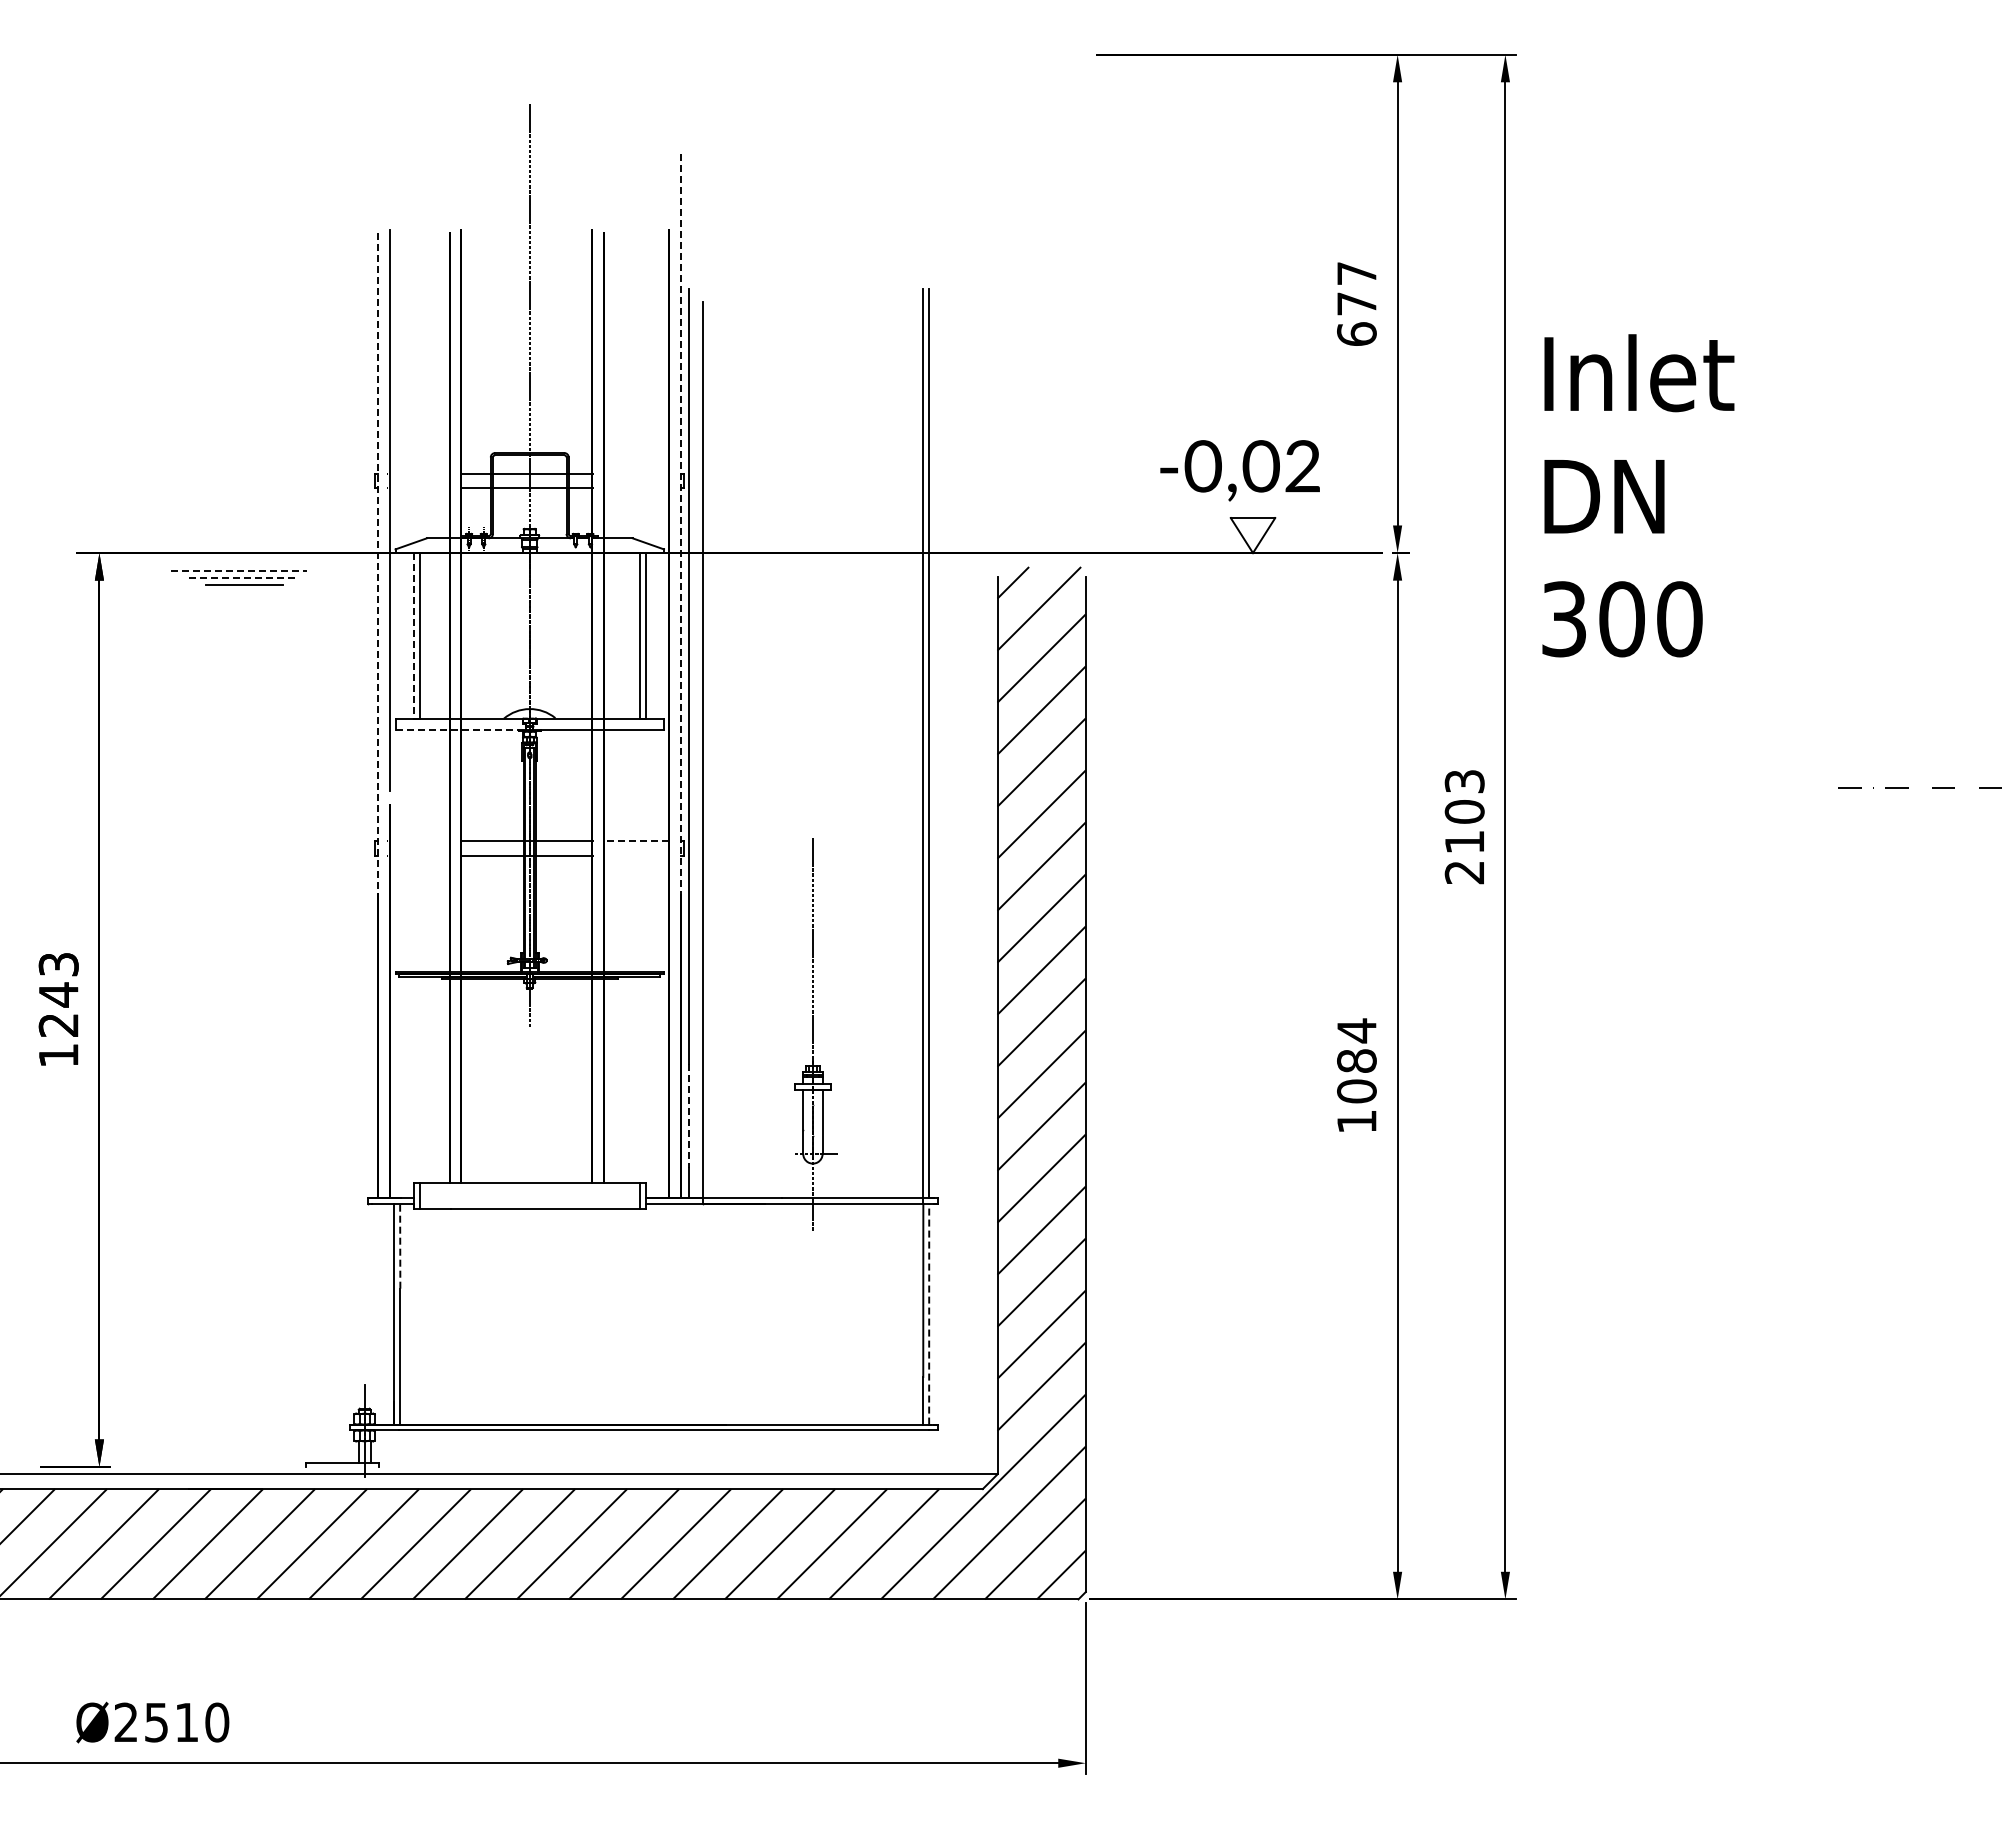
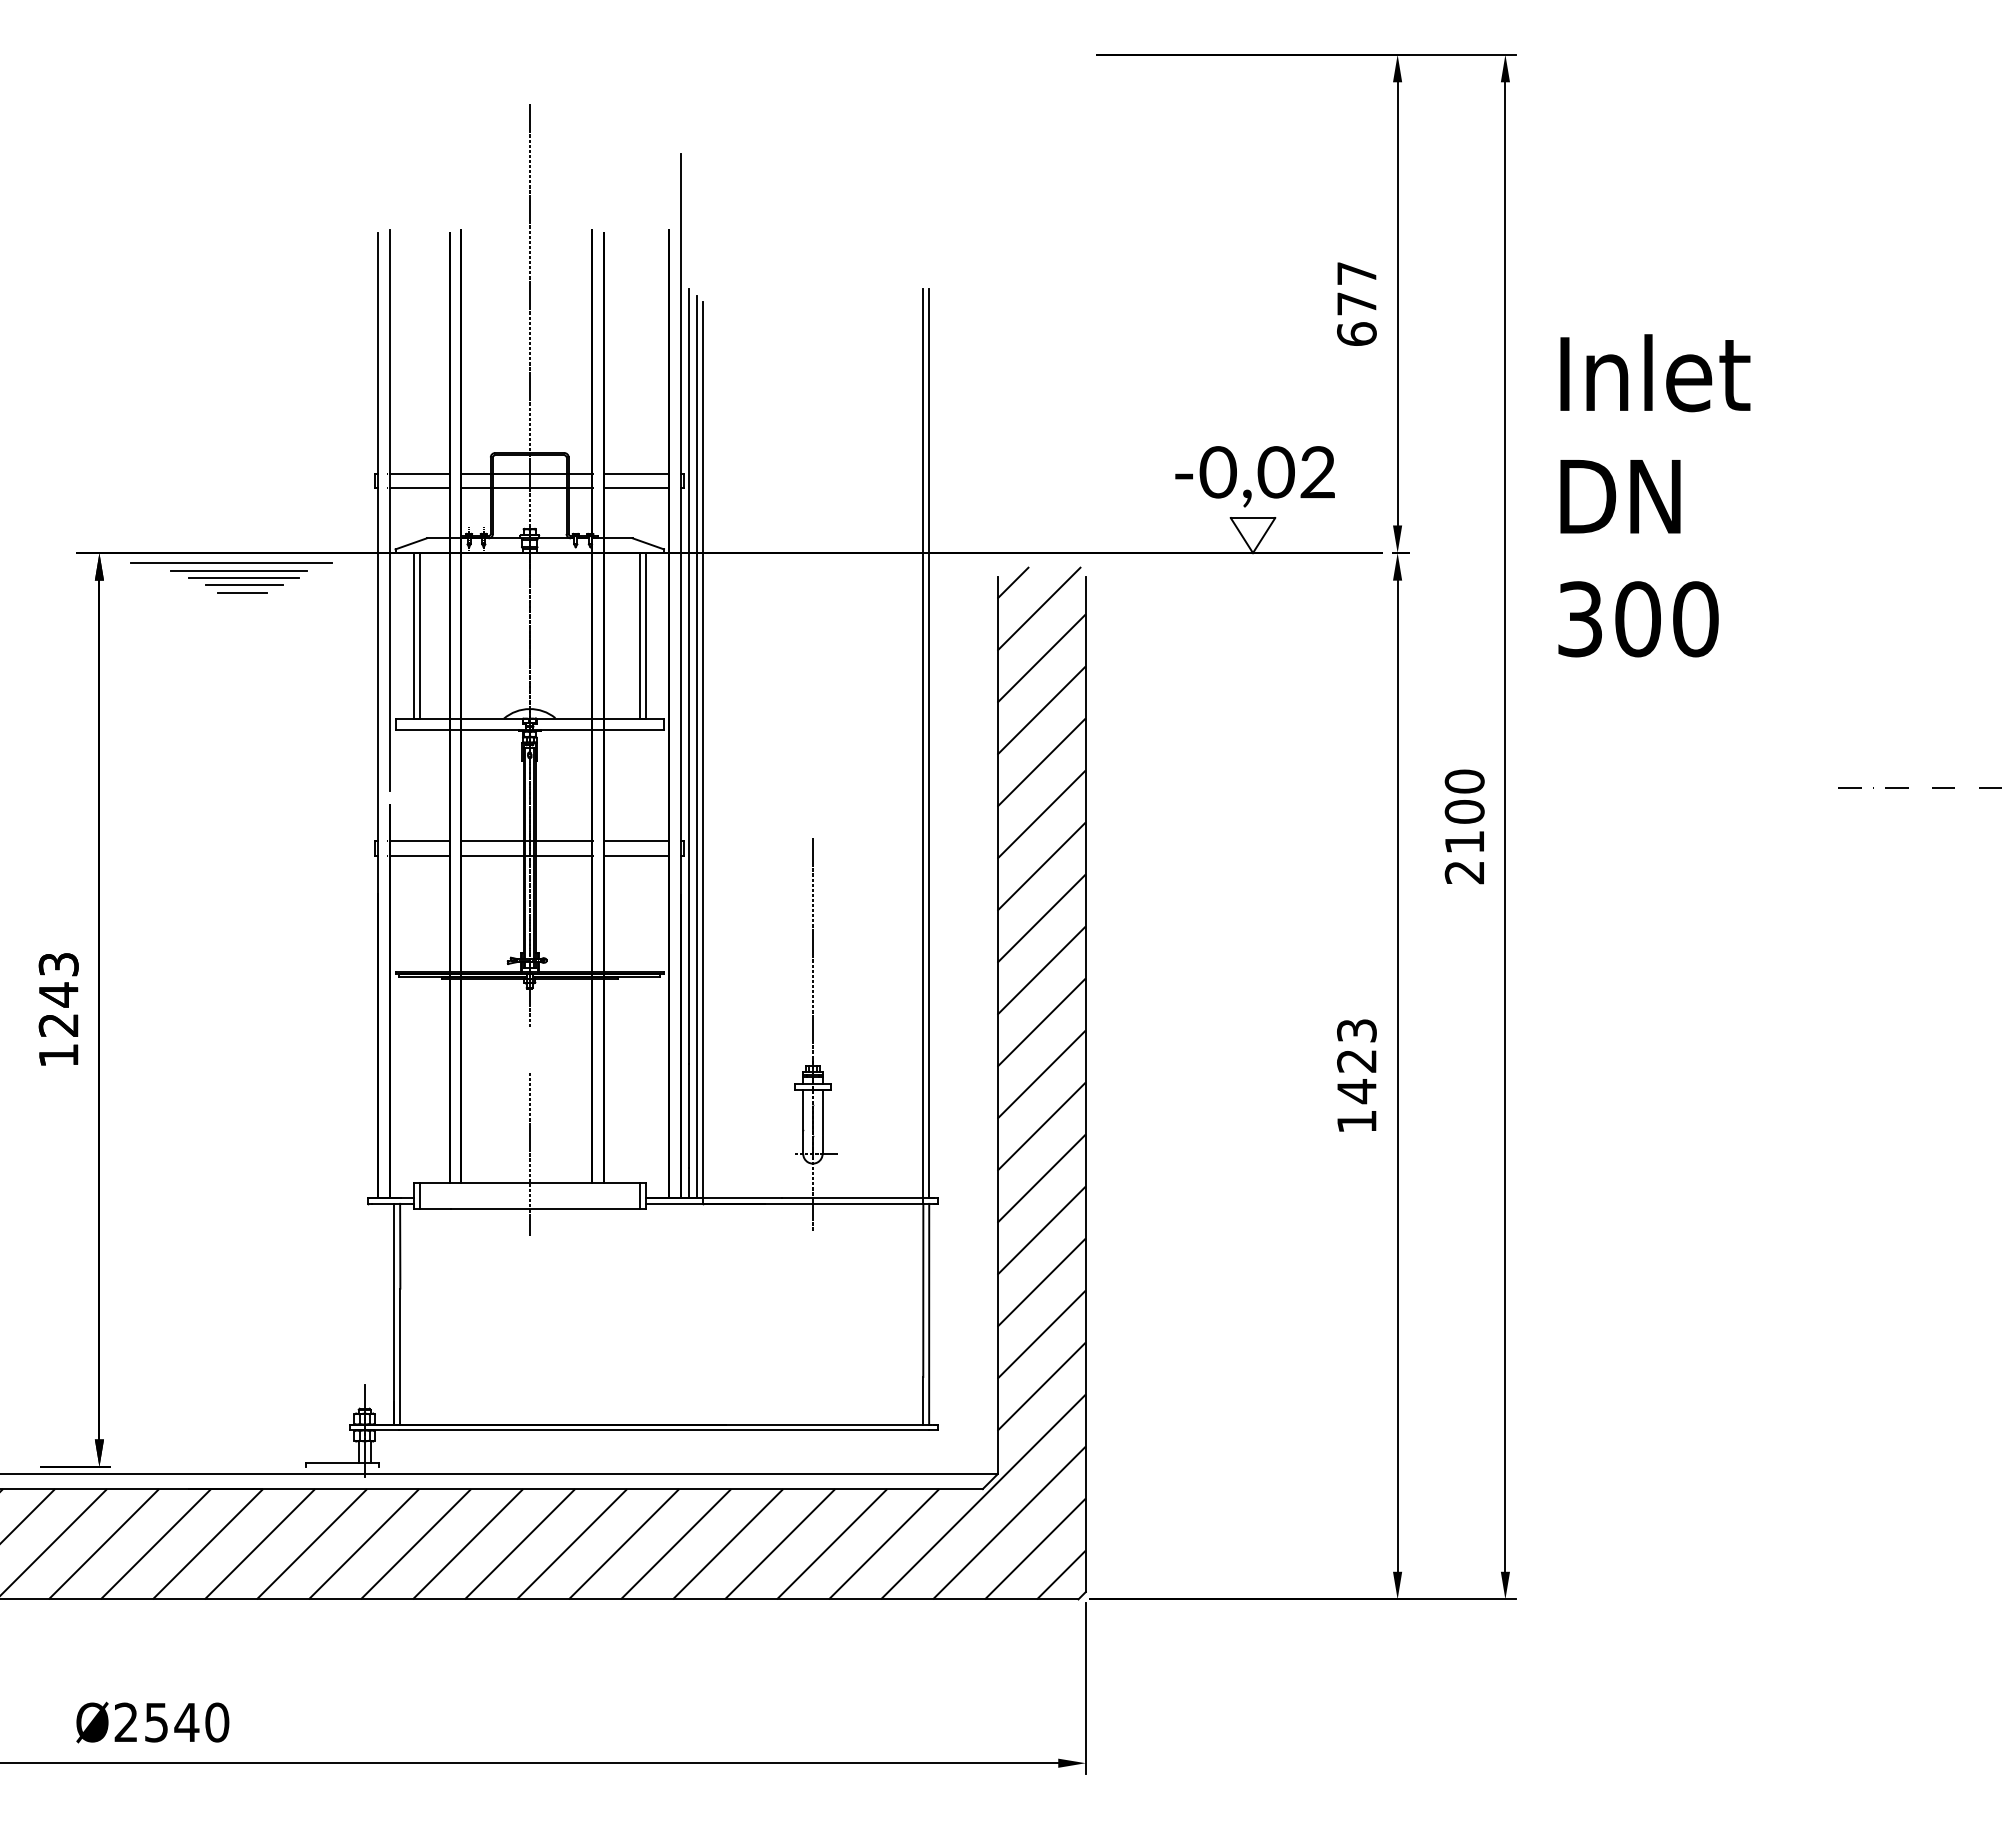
text at (1239, 470) position: (1239, 470) -> (1254, 476)
line at (419, 473): none -> present
line at (636, 473): none -> present
line at (419, 488): none -> present
line at (636, 488): none -> present
text at (1638, 495) position: (1638, 495) -> (1654, 495)
line at (681, 524): dashed -> solid
line at (231, 563): none -> present
line at (378, 563): dashed -> solid
line at (239, 570): dashed -> solid
line at (244, 577): dashed -> solid
line at (242, 592): none -> present
line at (413, 635): dashed -> solid
line at (457, 729): dashed -> solid
line at (696, 747): none -> present
text at (1464, 781): 2103 -> 2100
line at (419, 841): none -> present
line at (636, 841): dashed -> solid
line at (419, 856): none -> present
line at (636, 856): none -> present
text at (1356, 1061): 1084 -> 1423
line at (689, 1116): dashed -> solid
line at (529, 1153): none -> present
line at (400, 1245): dashed -> solid
line at (929, 1313): dashed -> solid
text at (186, 1722): Ø2510 -> Ø2540
